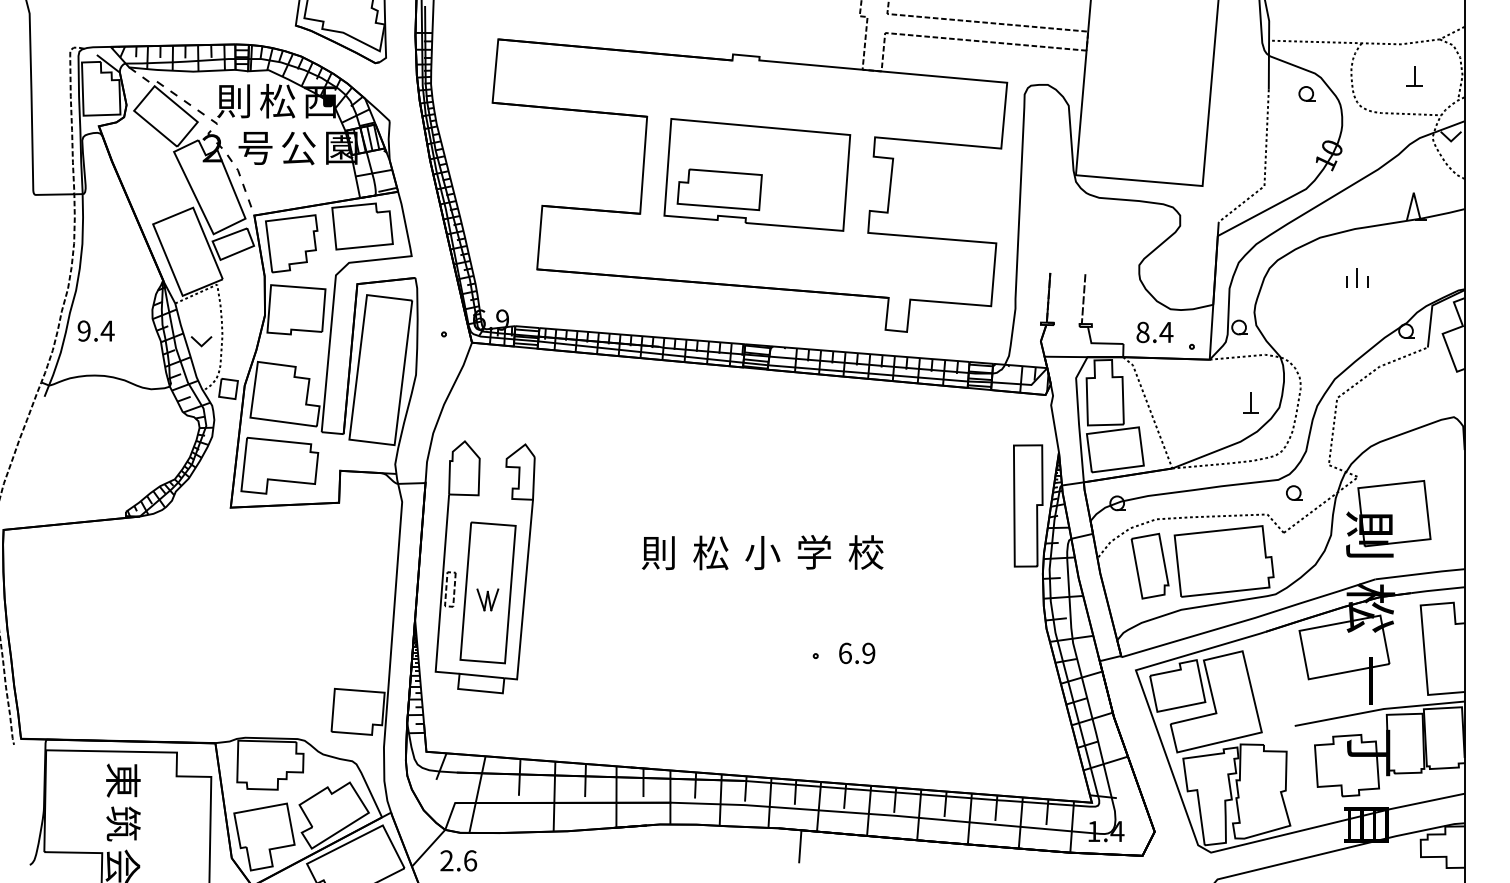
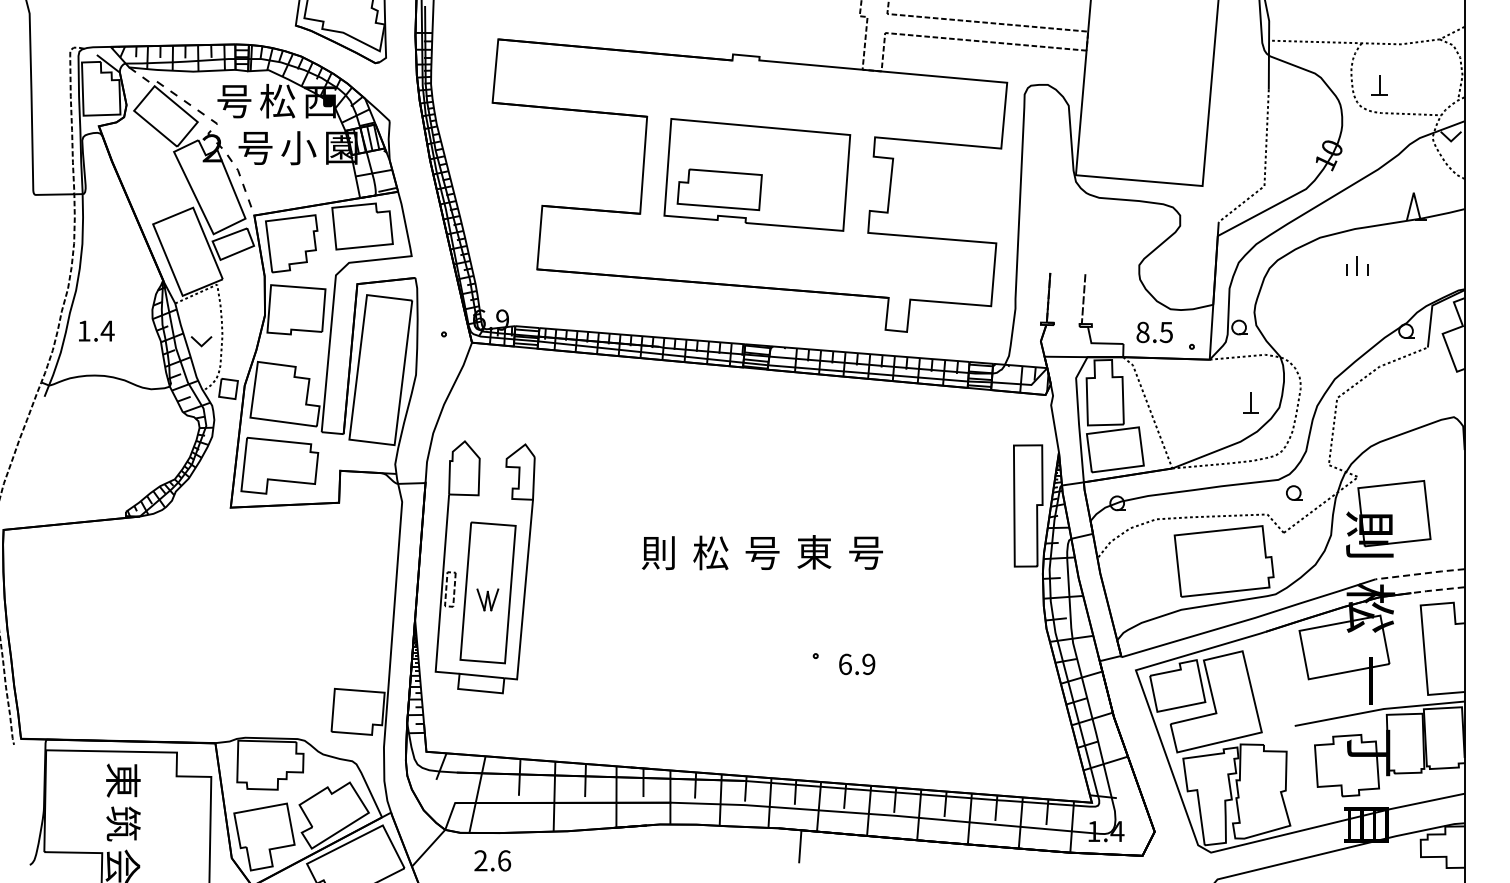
part at (1414, 76) position: (1414, 76) -> (1379, 85)
part at (1306, 93): present -> none
text at (234, 101): 則 -> 号
text at (298, 148): 公 -> 小
part at (1357, 277) position: (1357, 277) -> (1357, 265)
text at (83, 330): 9.4 -> 1.4
text at (1166, 332): 8.4 -> 8.5
text at (814, 552): 学 -> 東
text at (865, 552): 校 -> 号
text at (762, 553): 小 -> 号
part at (1149, 565): present -> none
line at (1420, 574): solid -> dashed
line at (1437, 590): solid -> dashed
text at (857, 653) position: (857, 653) -> (857, 664)
text at (458, 860) position: (458, 860) -> (492, 860)
